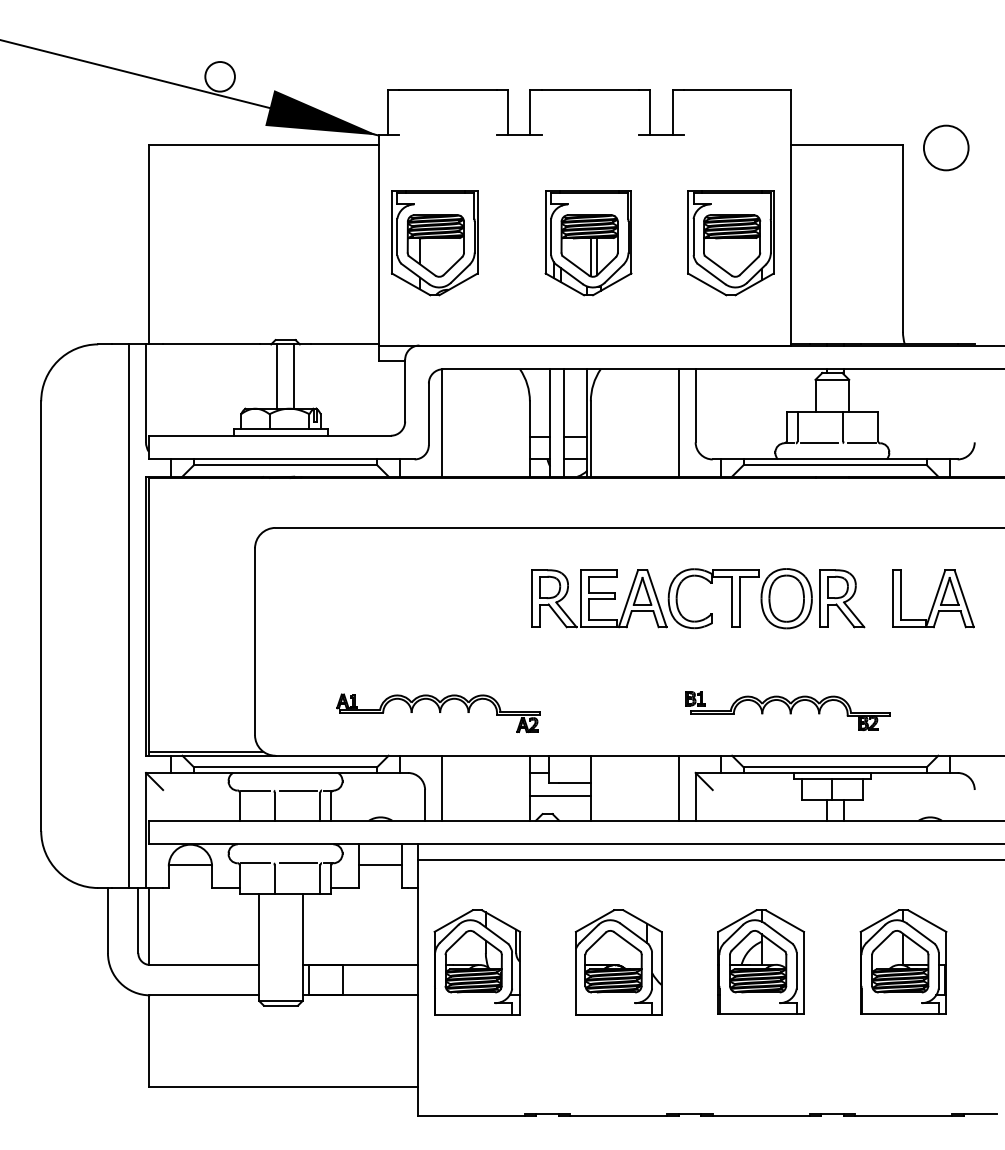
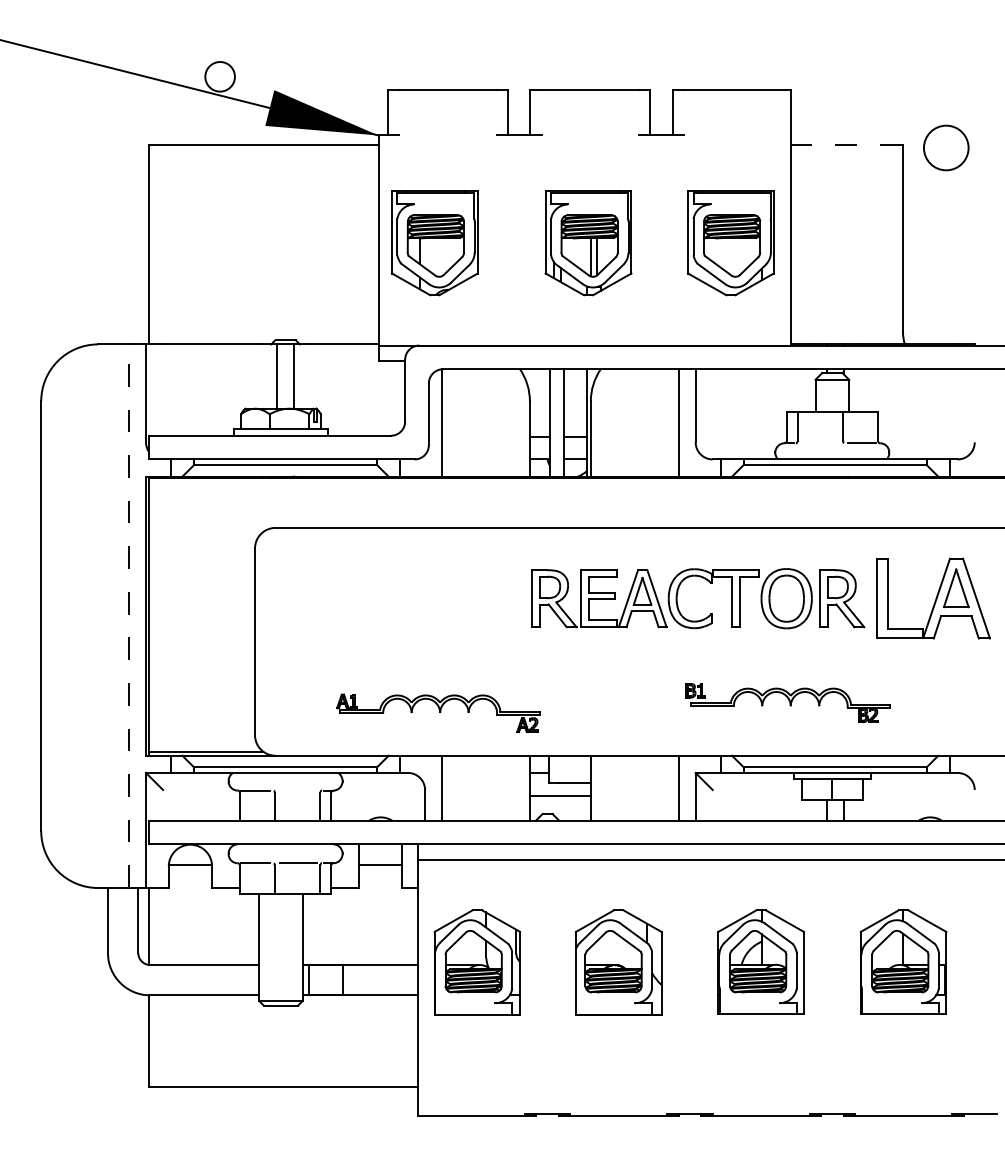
line at (846, 145): solid -> dashed
line at (819, 443): present -> none
part at (933, 598) size: 83x60 px -> 115x83 px
line at (128, 616): solid -> dashed
part at (787, 711) position: (787, 711) -> (787, 703)
line at (297, 790): present -> none
